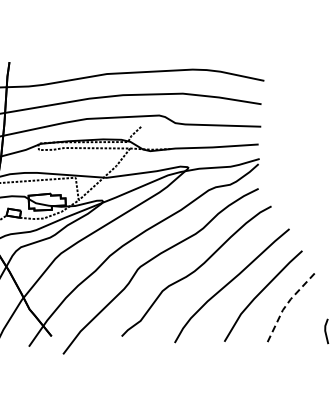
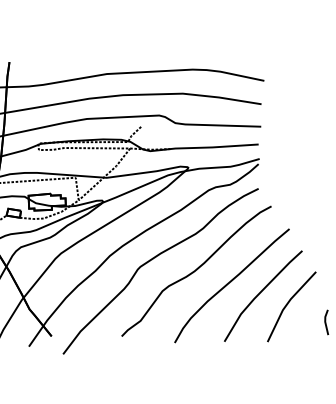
line at (287, 303): dashed -> solid
line at (326, 331) position: (326, 331) -> (326, 322)
